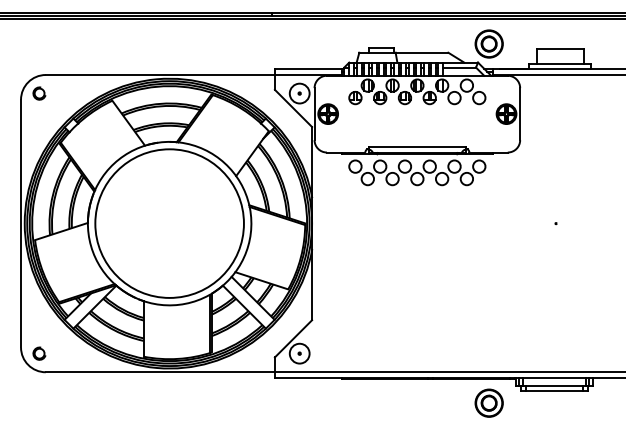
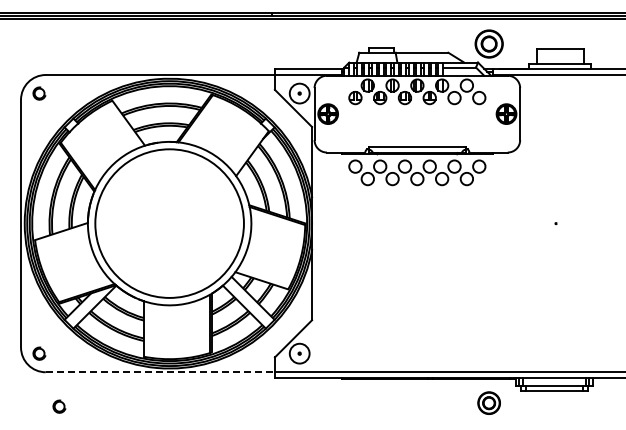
line at (160, 372): solid -> dashed
part at (488, 402) size: 30x30 px -> 24x24 px
part at (59, 406): none -> present
